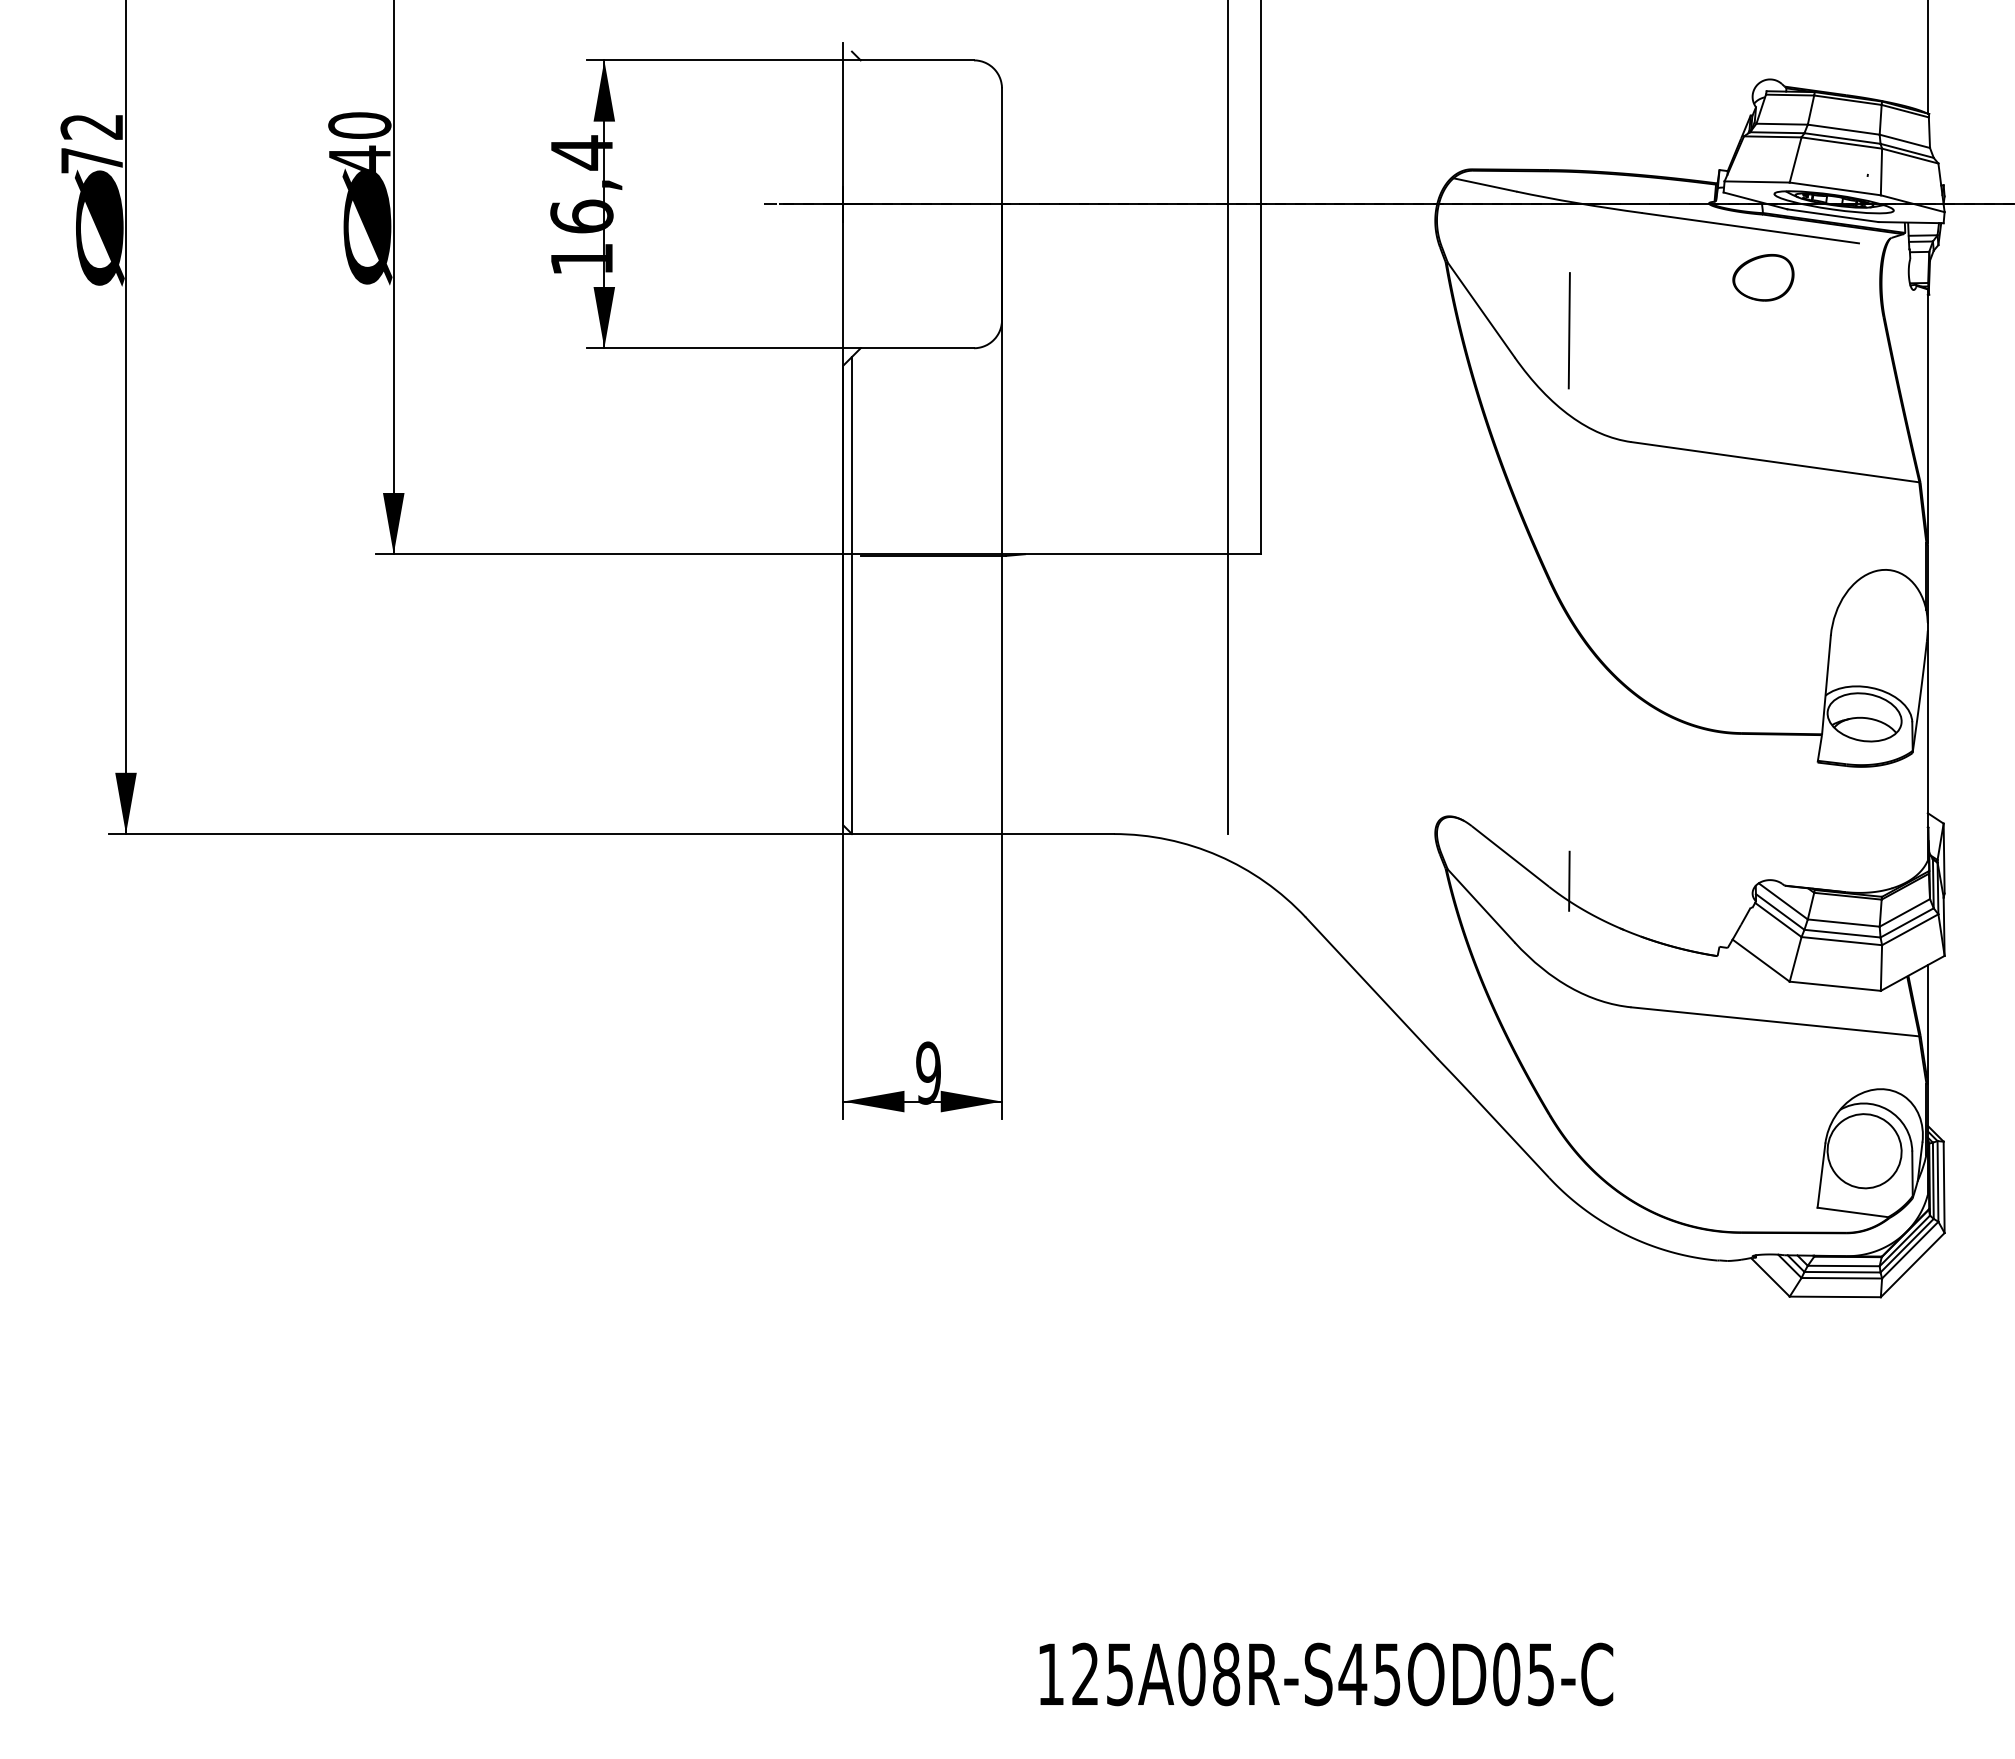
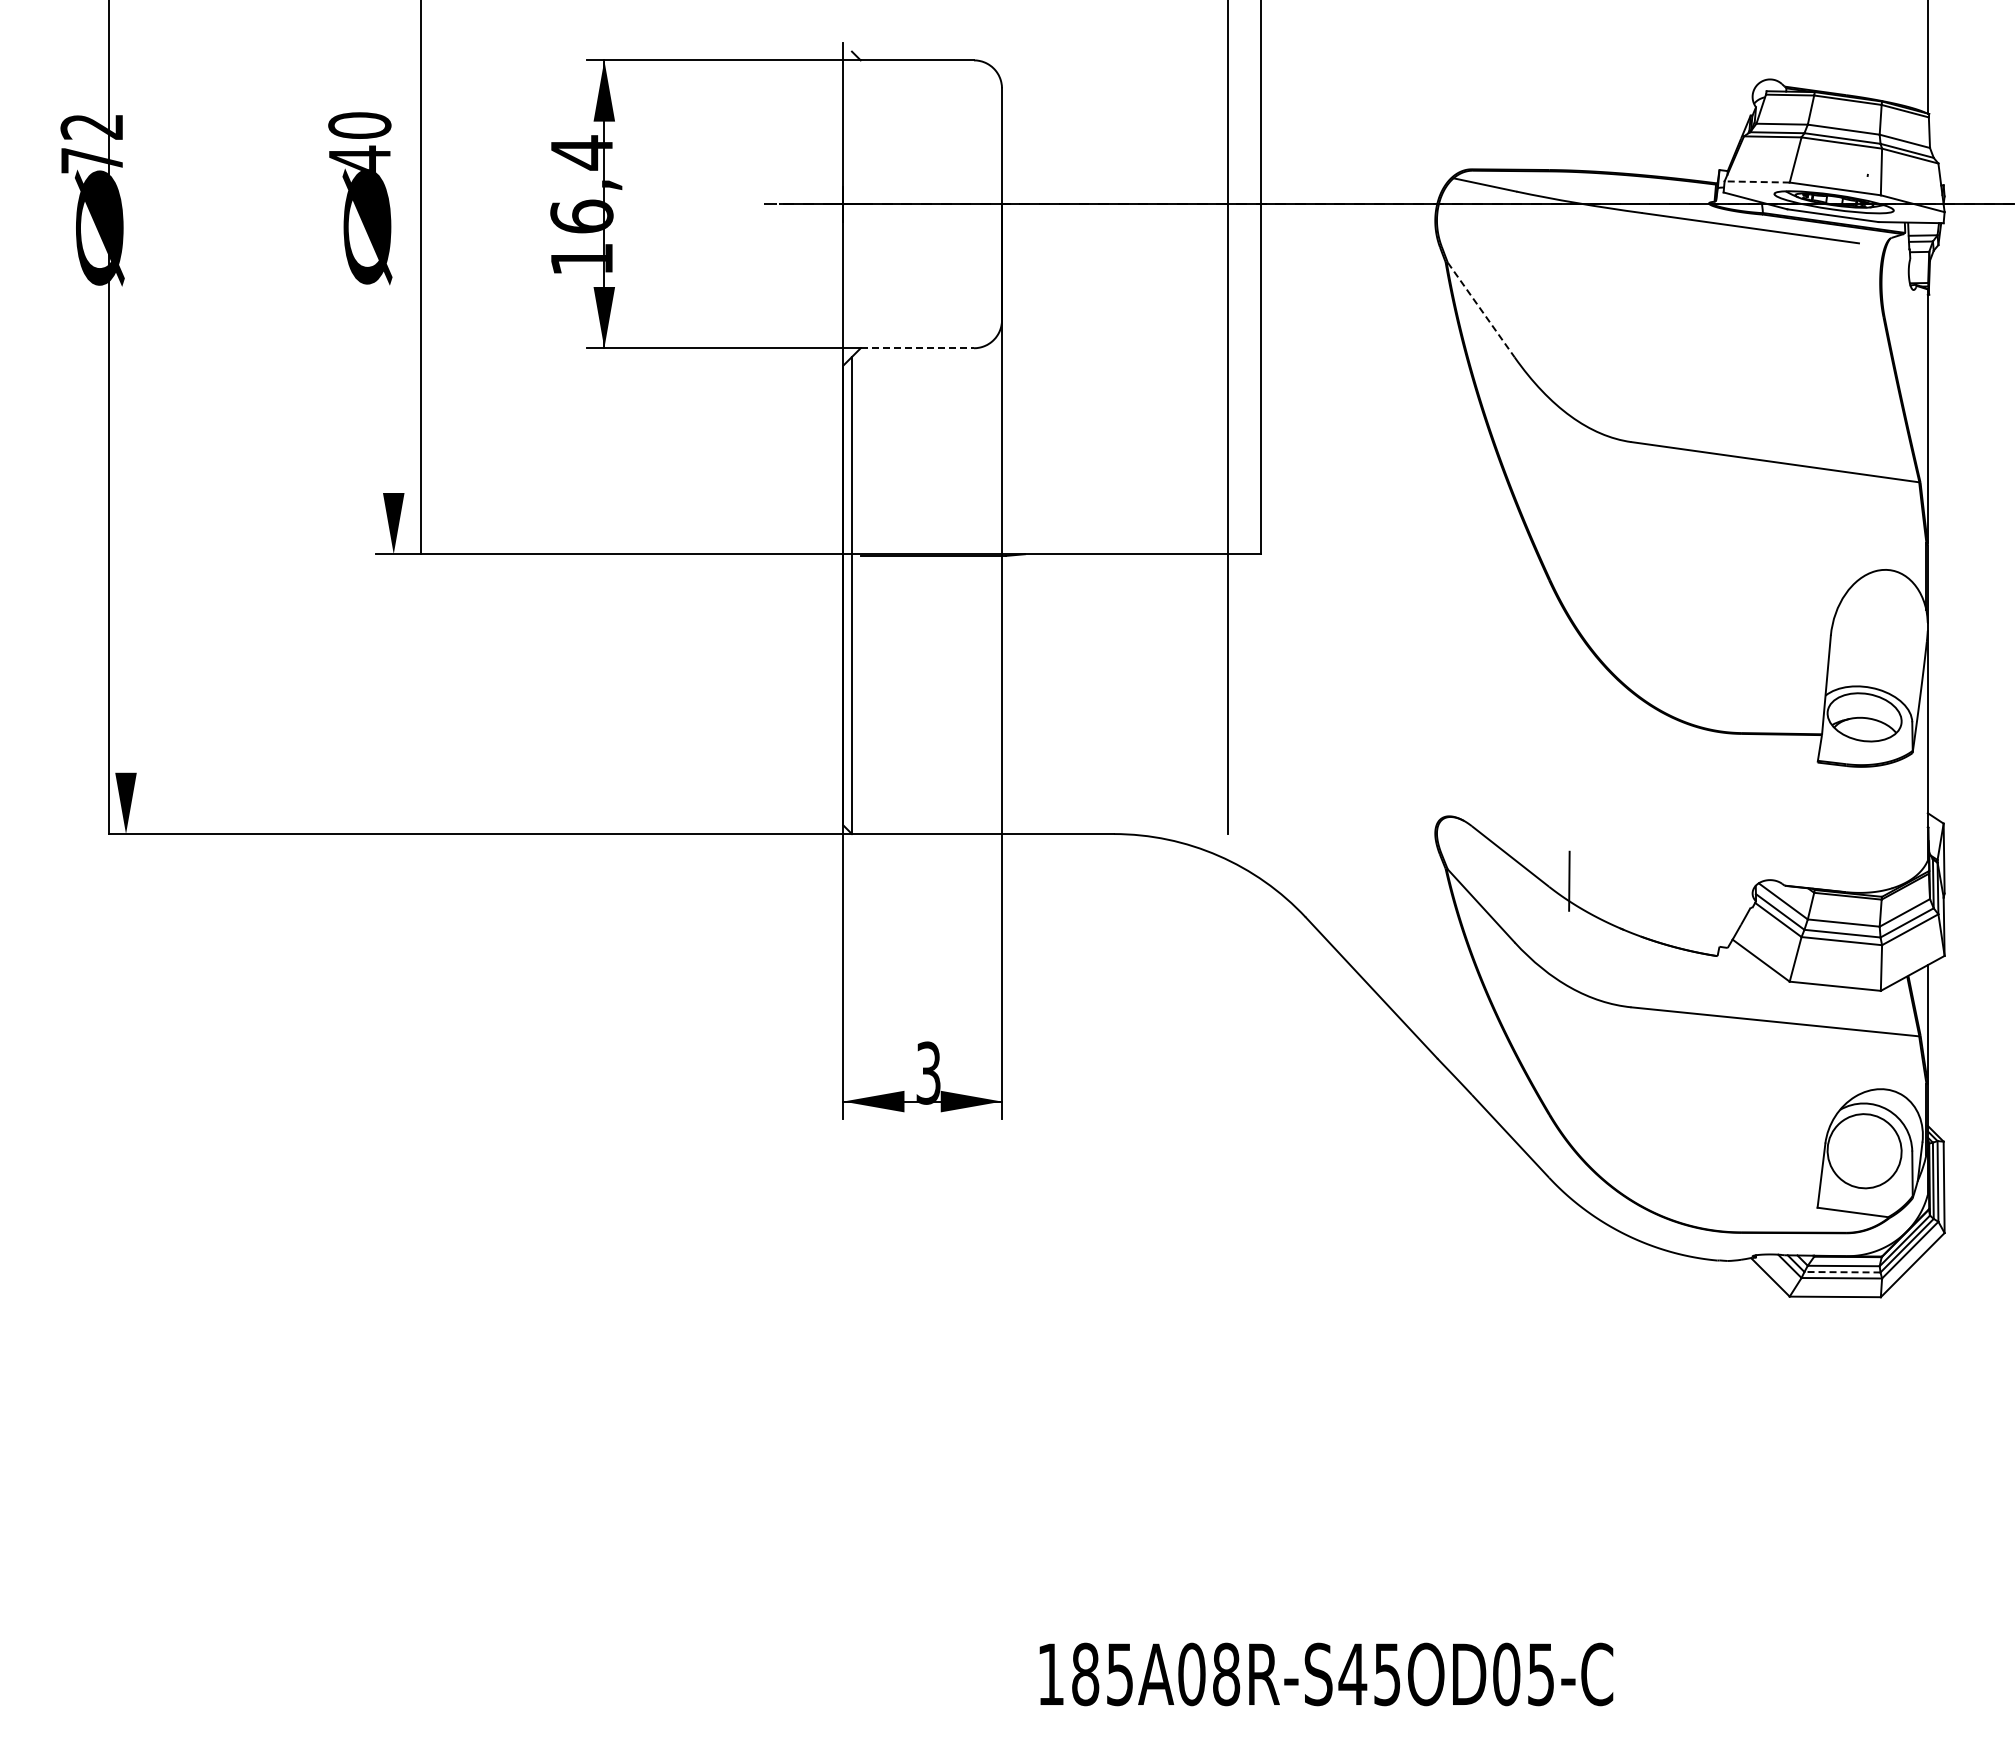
line at (1757, 181): solid -> dashed
part at (1763, 277): present -> none
line at (393, 278) position: (393, 278) -> (420, 278)
line at (1481, 309): solid -> dashed
line at (1568, 330): present -> none
line at (917, 348): solid -> dashed
line at (126, 418) position: (126, 418) -> (109, 418)
text at (928, 1072): 9 -> 3
line at (1841, 1272): solid -> dashed
text at (1085, 1674): 125A08R-S45OD05-C -> 185A08R-S45OD05-C
